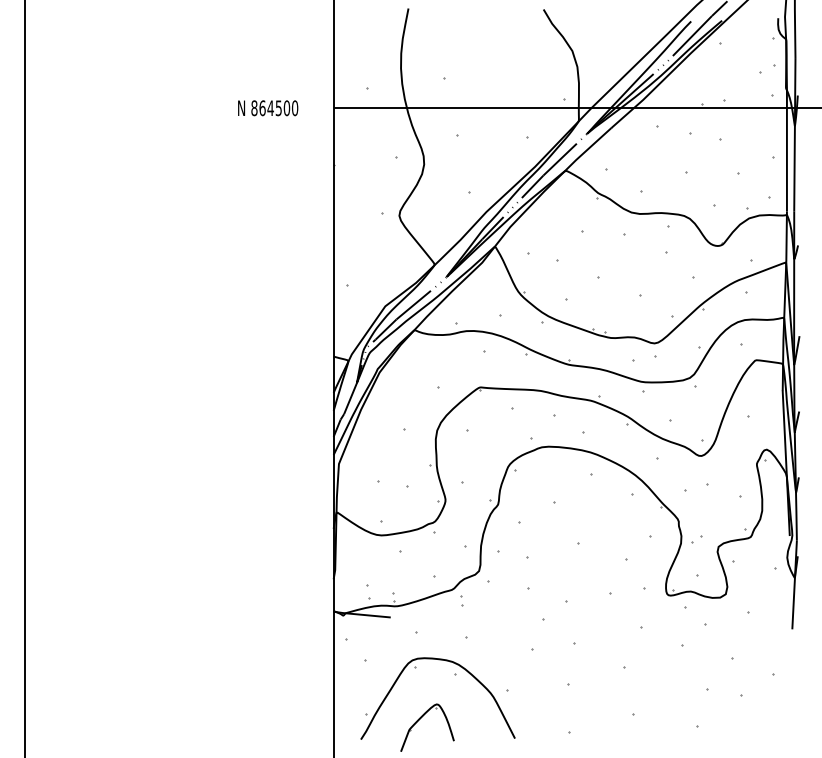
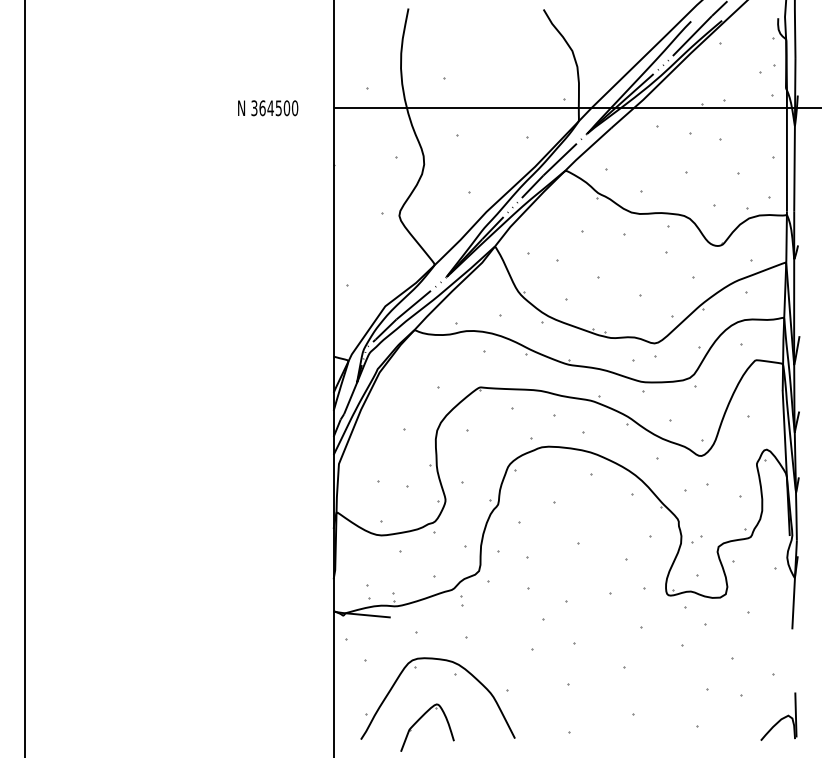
text at (254, 108): 864500 -> 364500
part at (778, 716): none -> present
